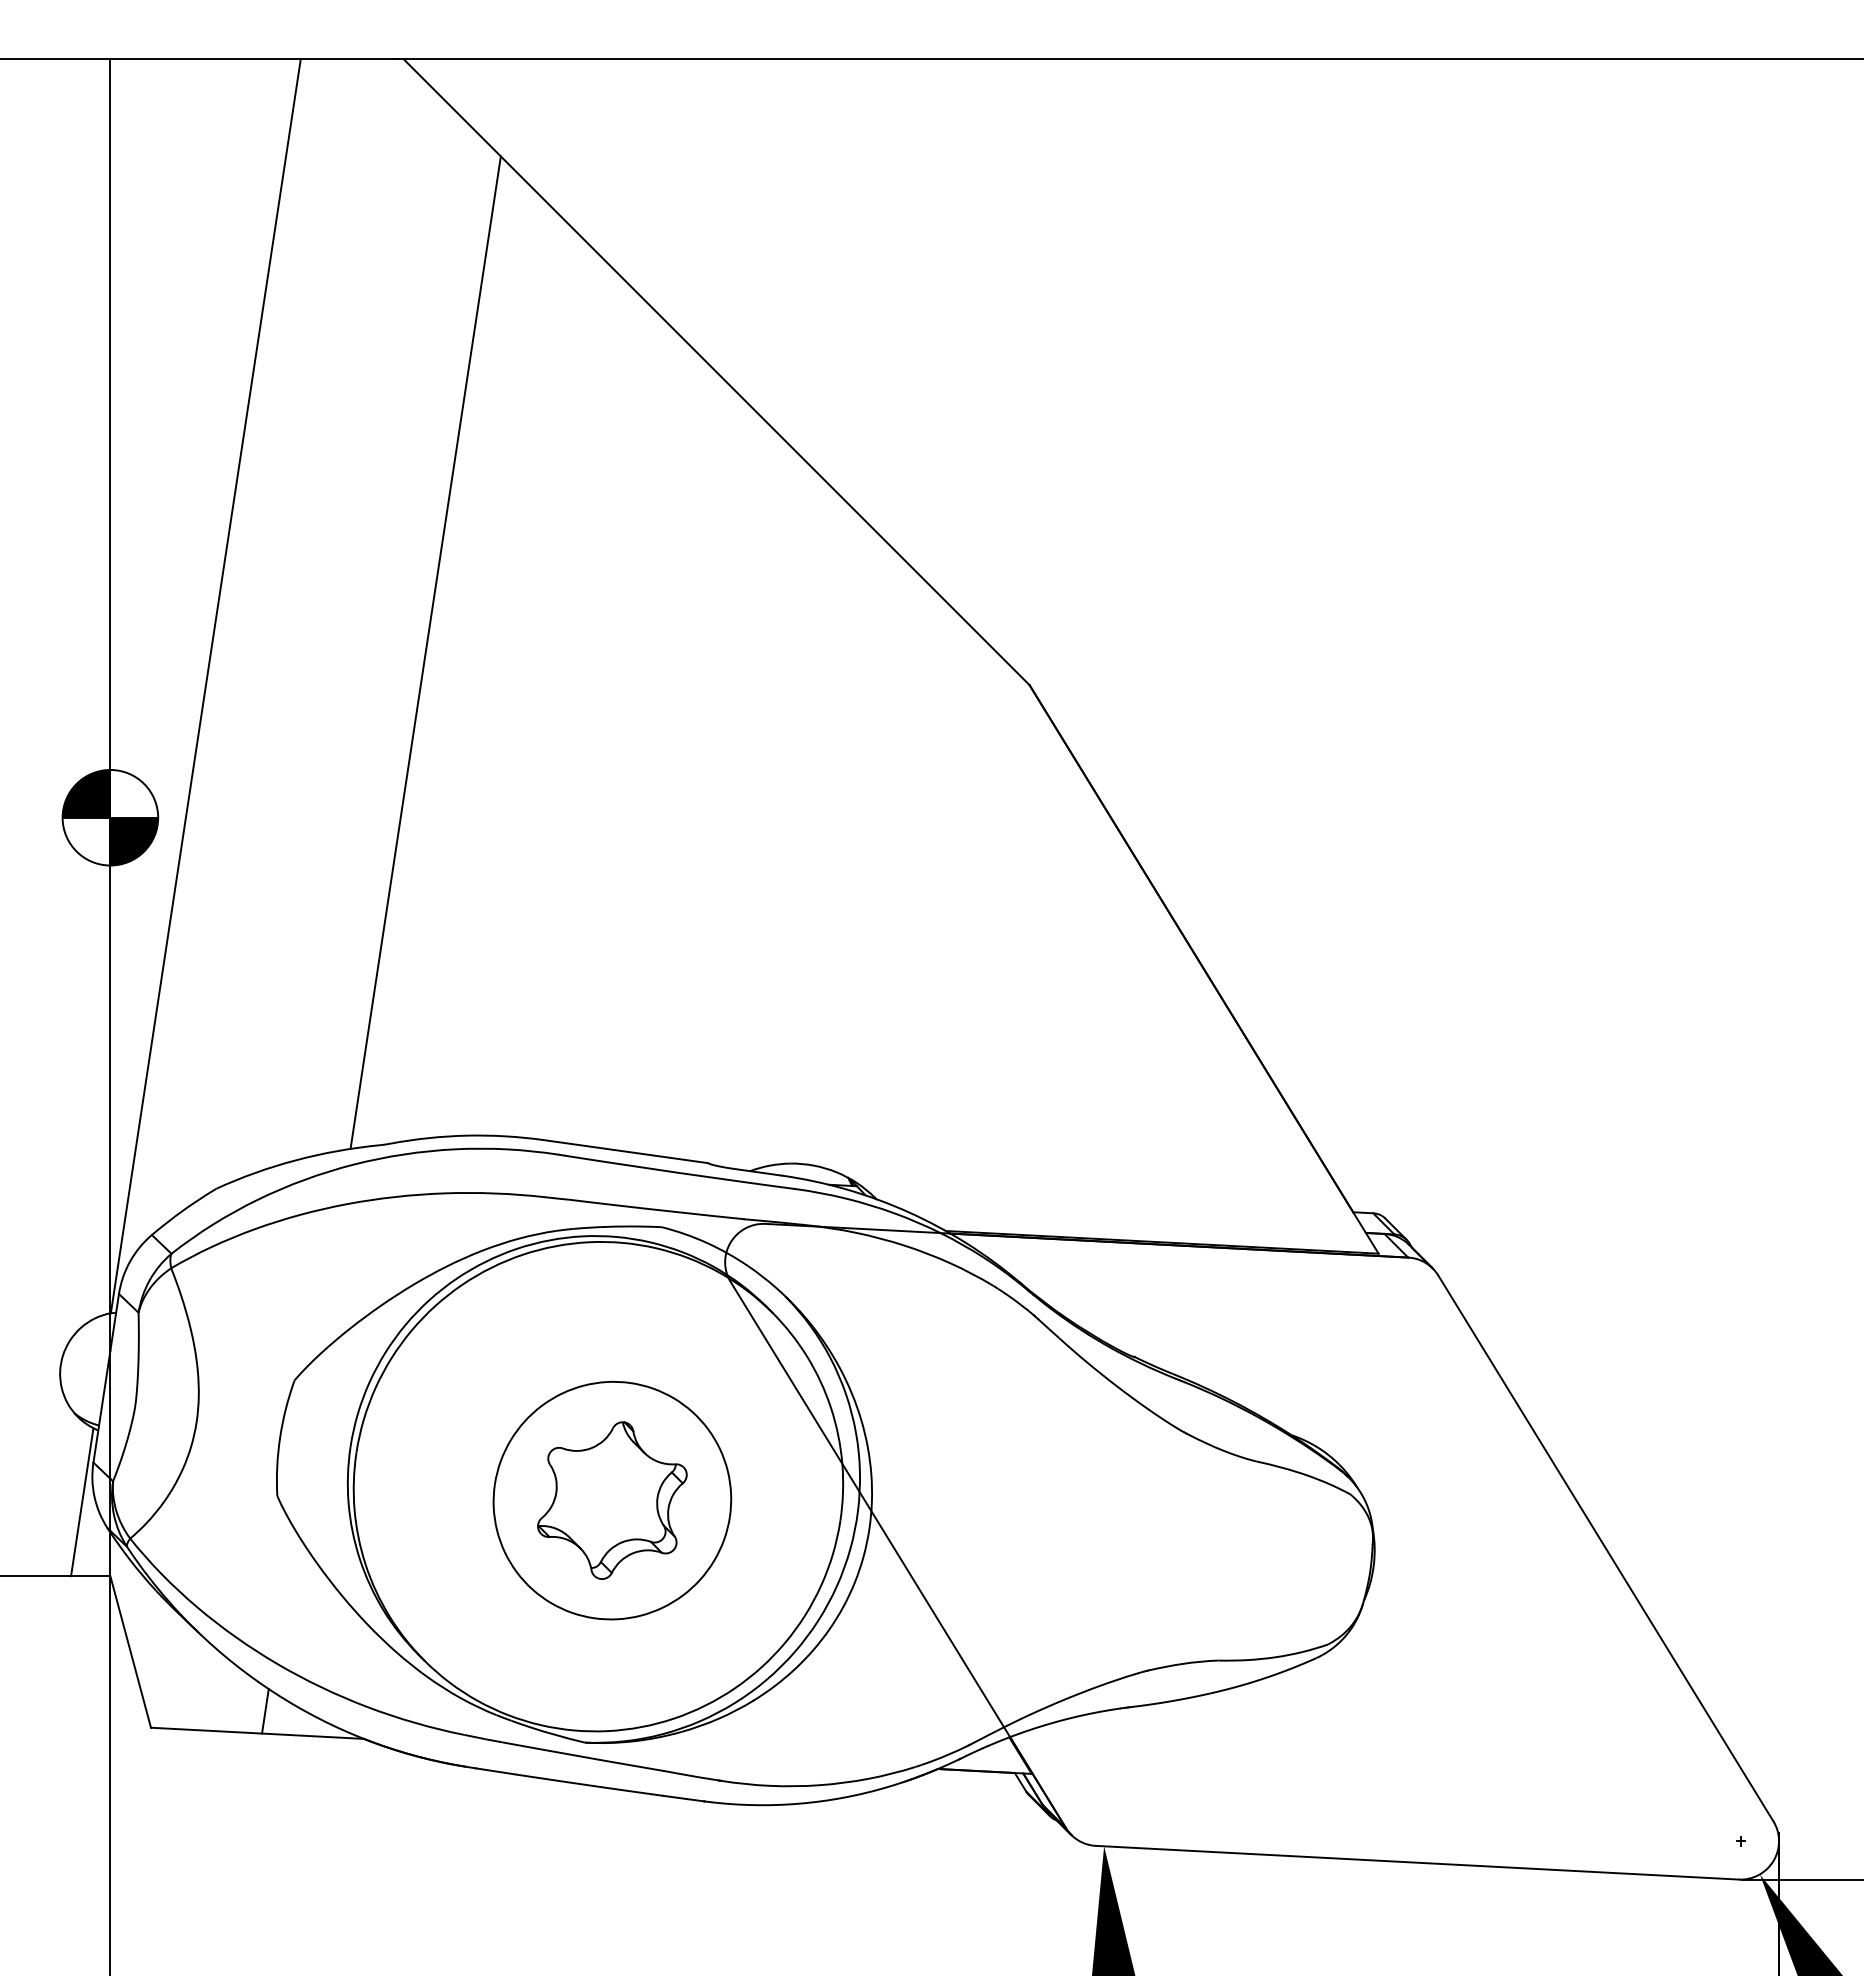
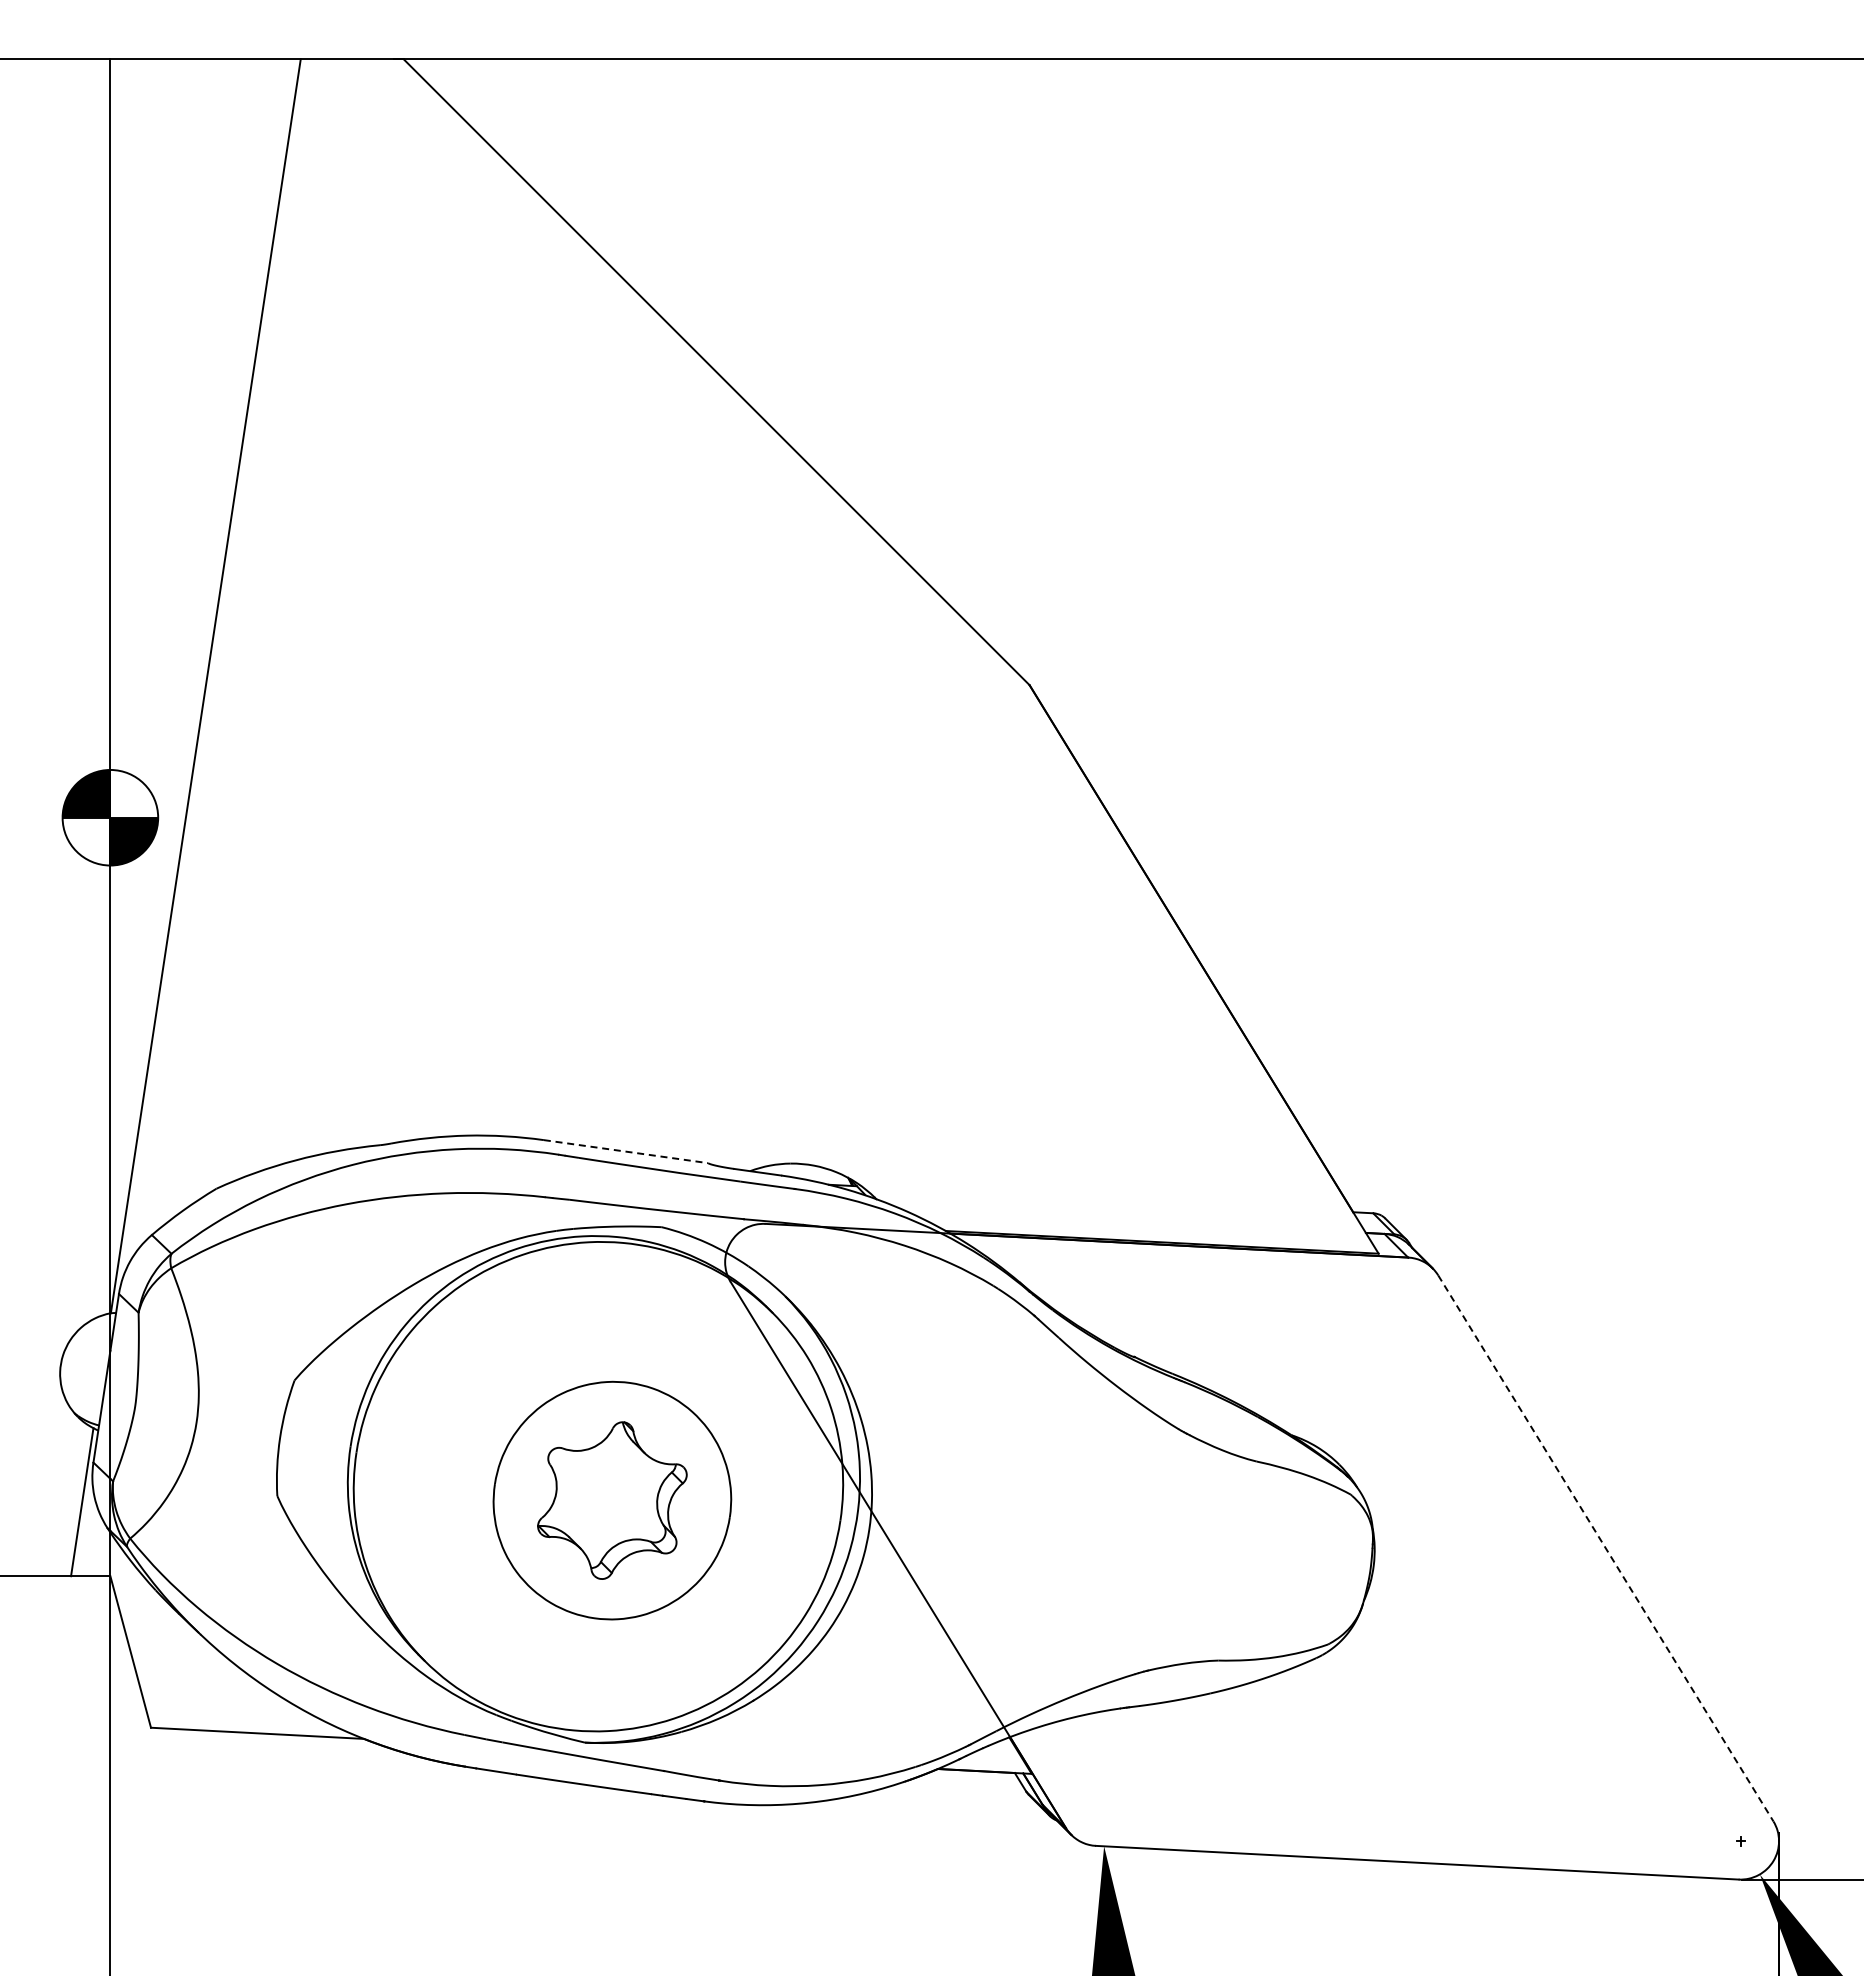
line at (425, 652): present -> none
line at (626, 1151): solid -> dashed
line at (1606, 1548): solid -> dashed
line at (265, 1711): present -> none
